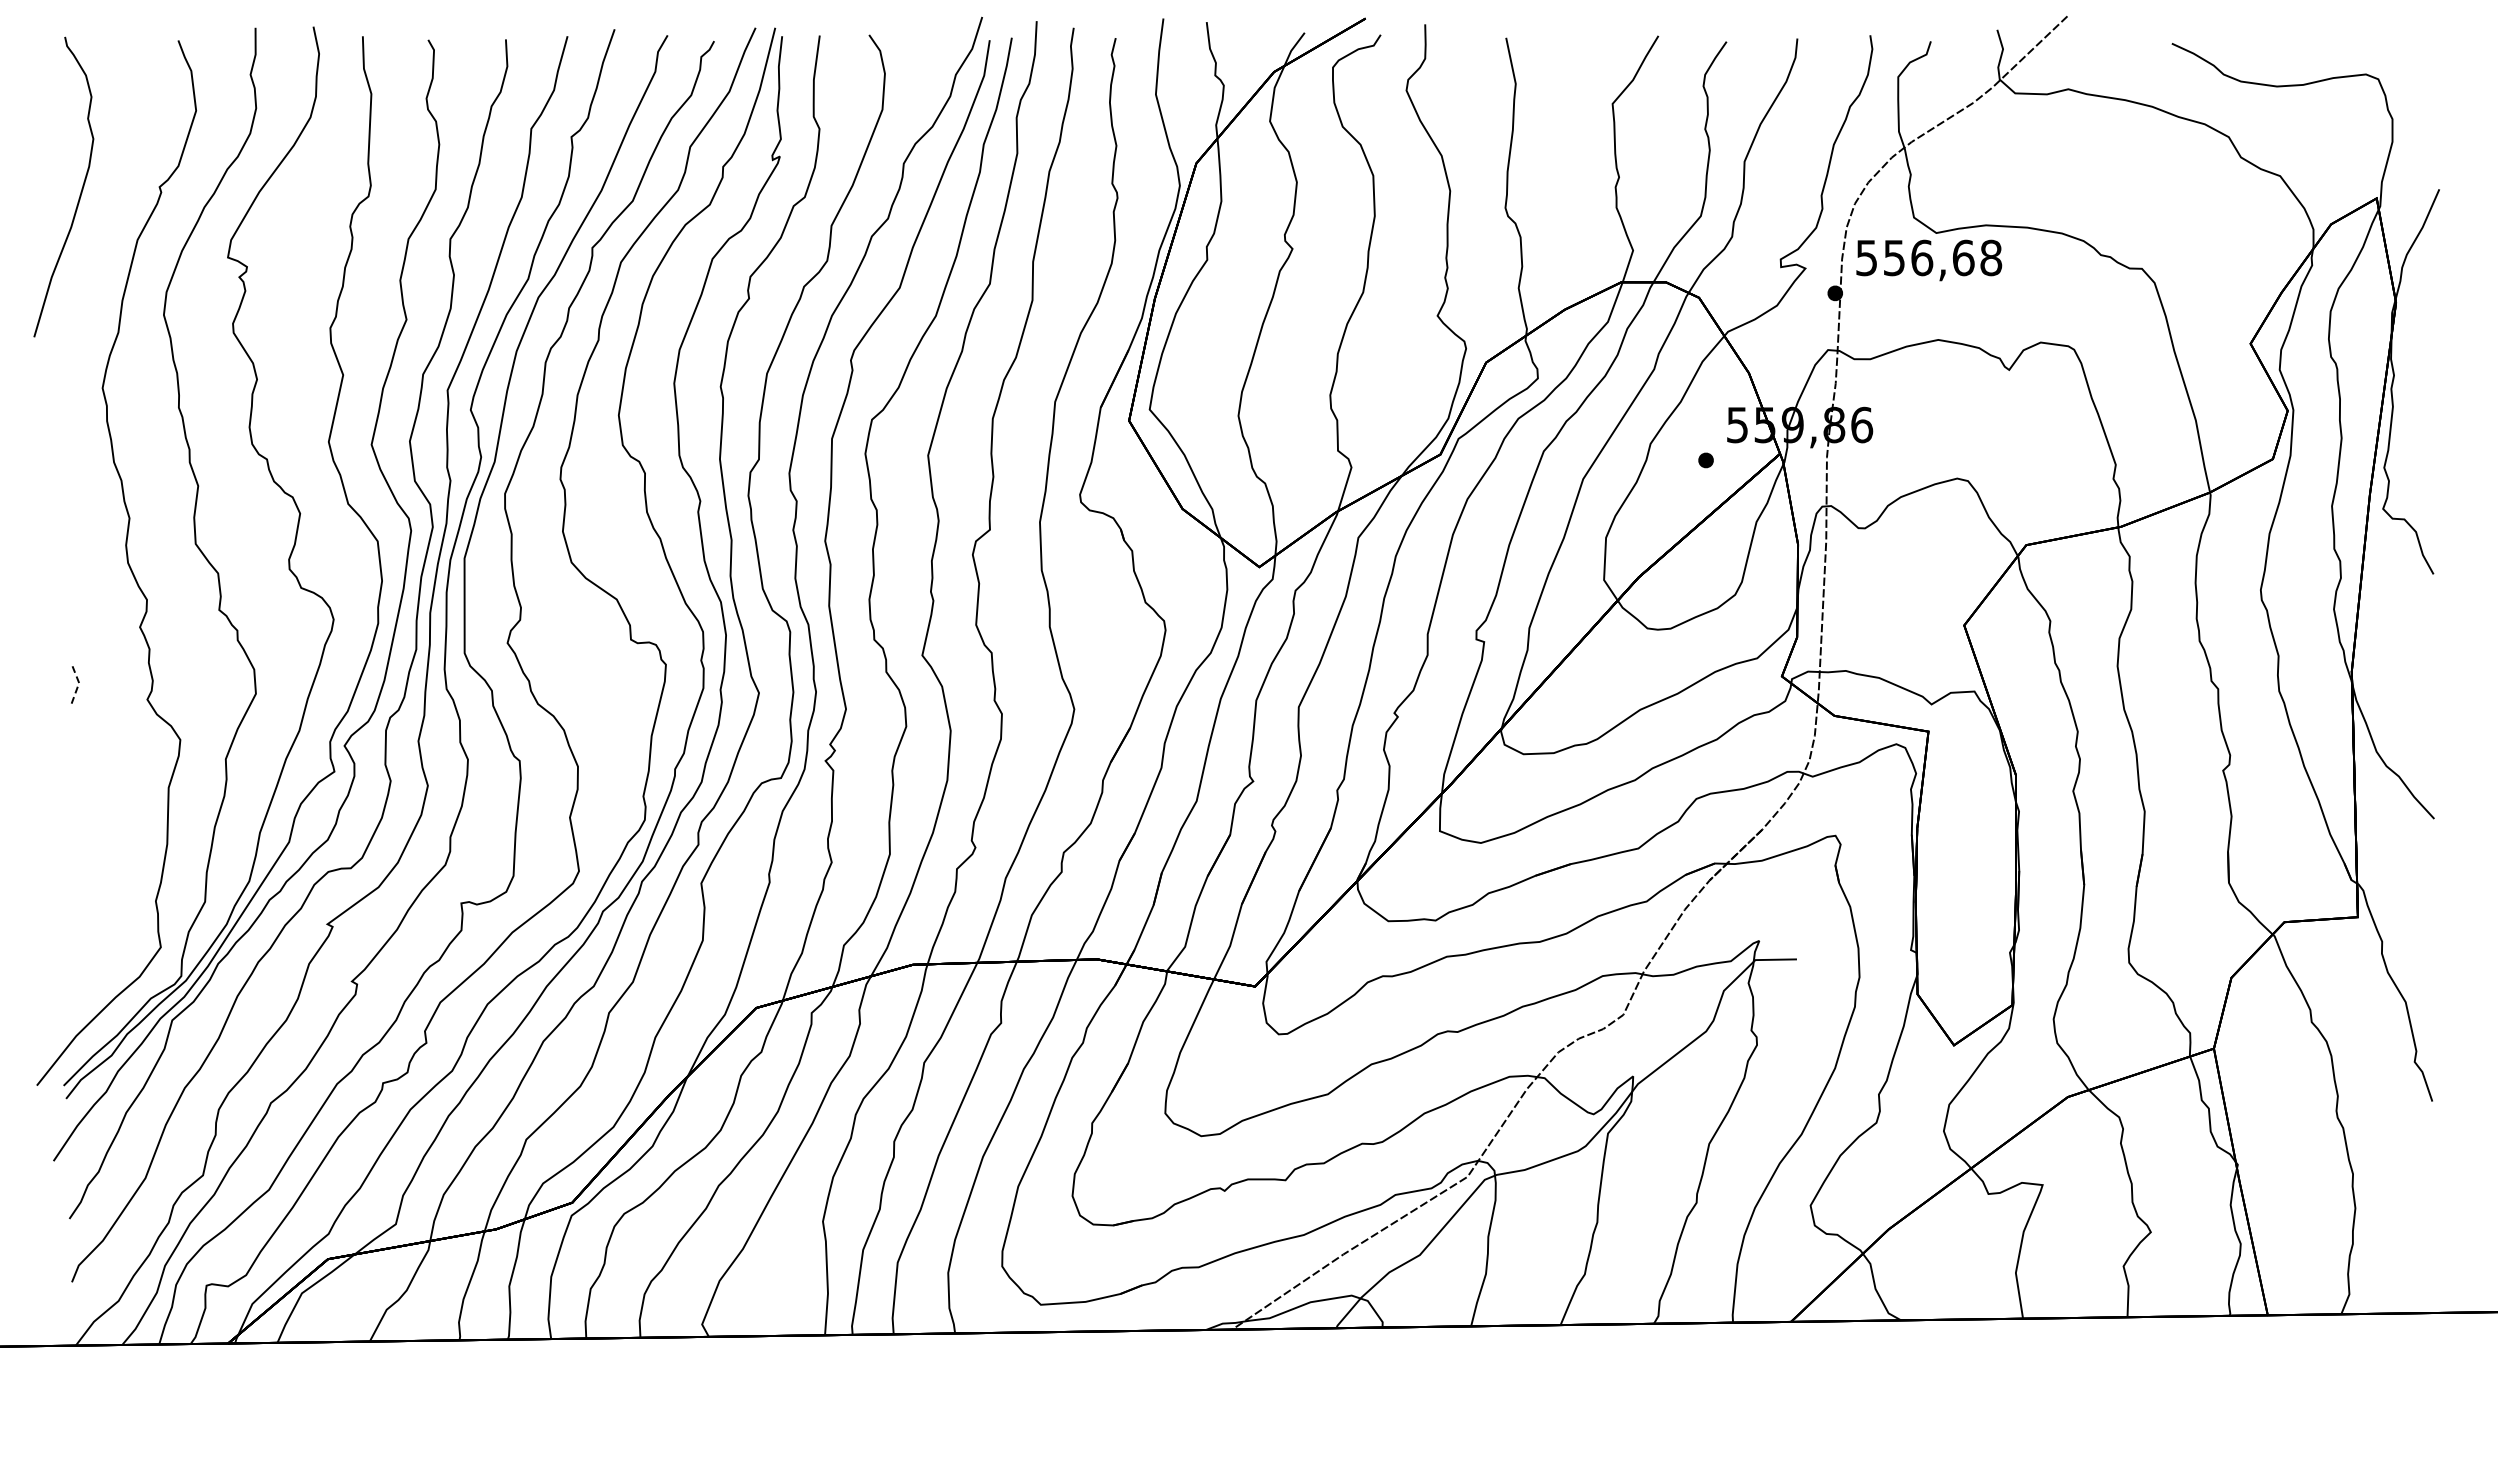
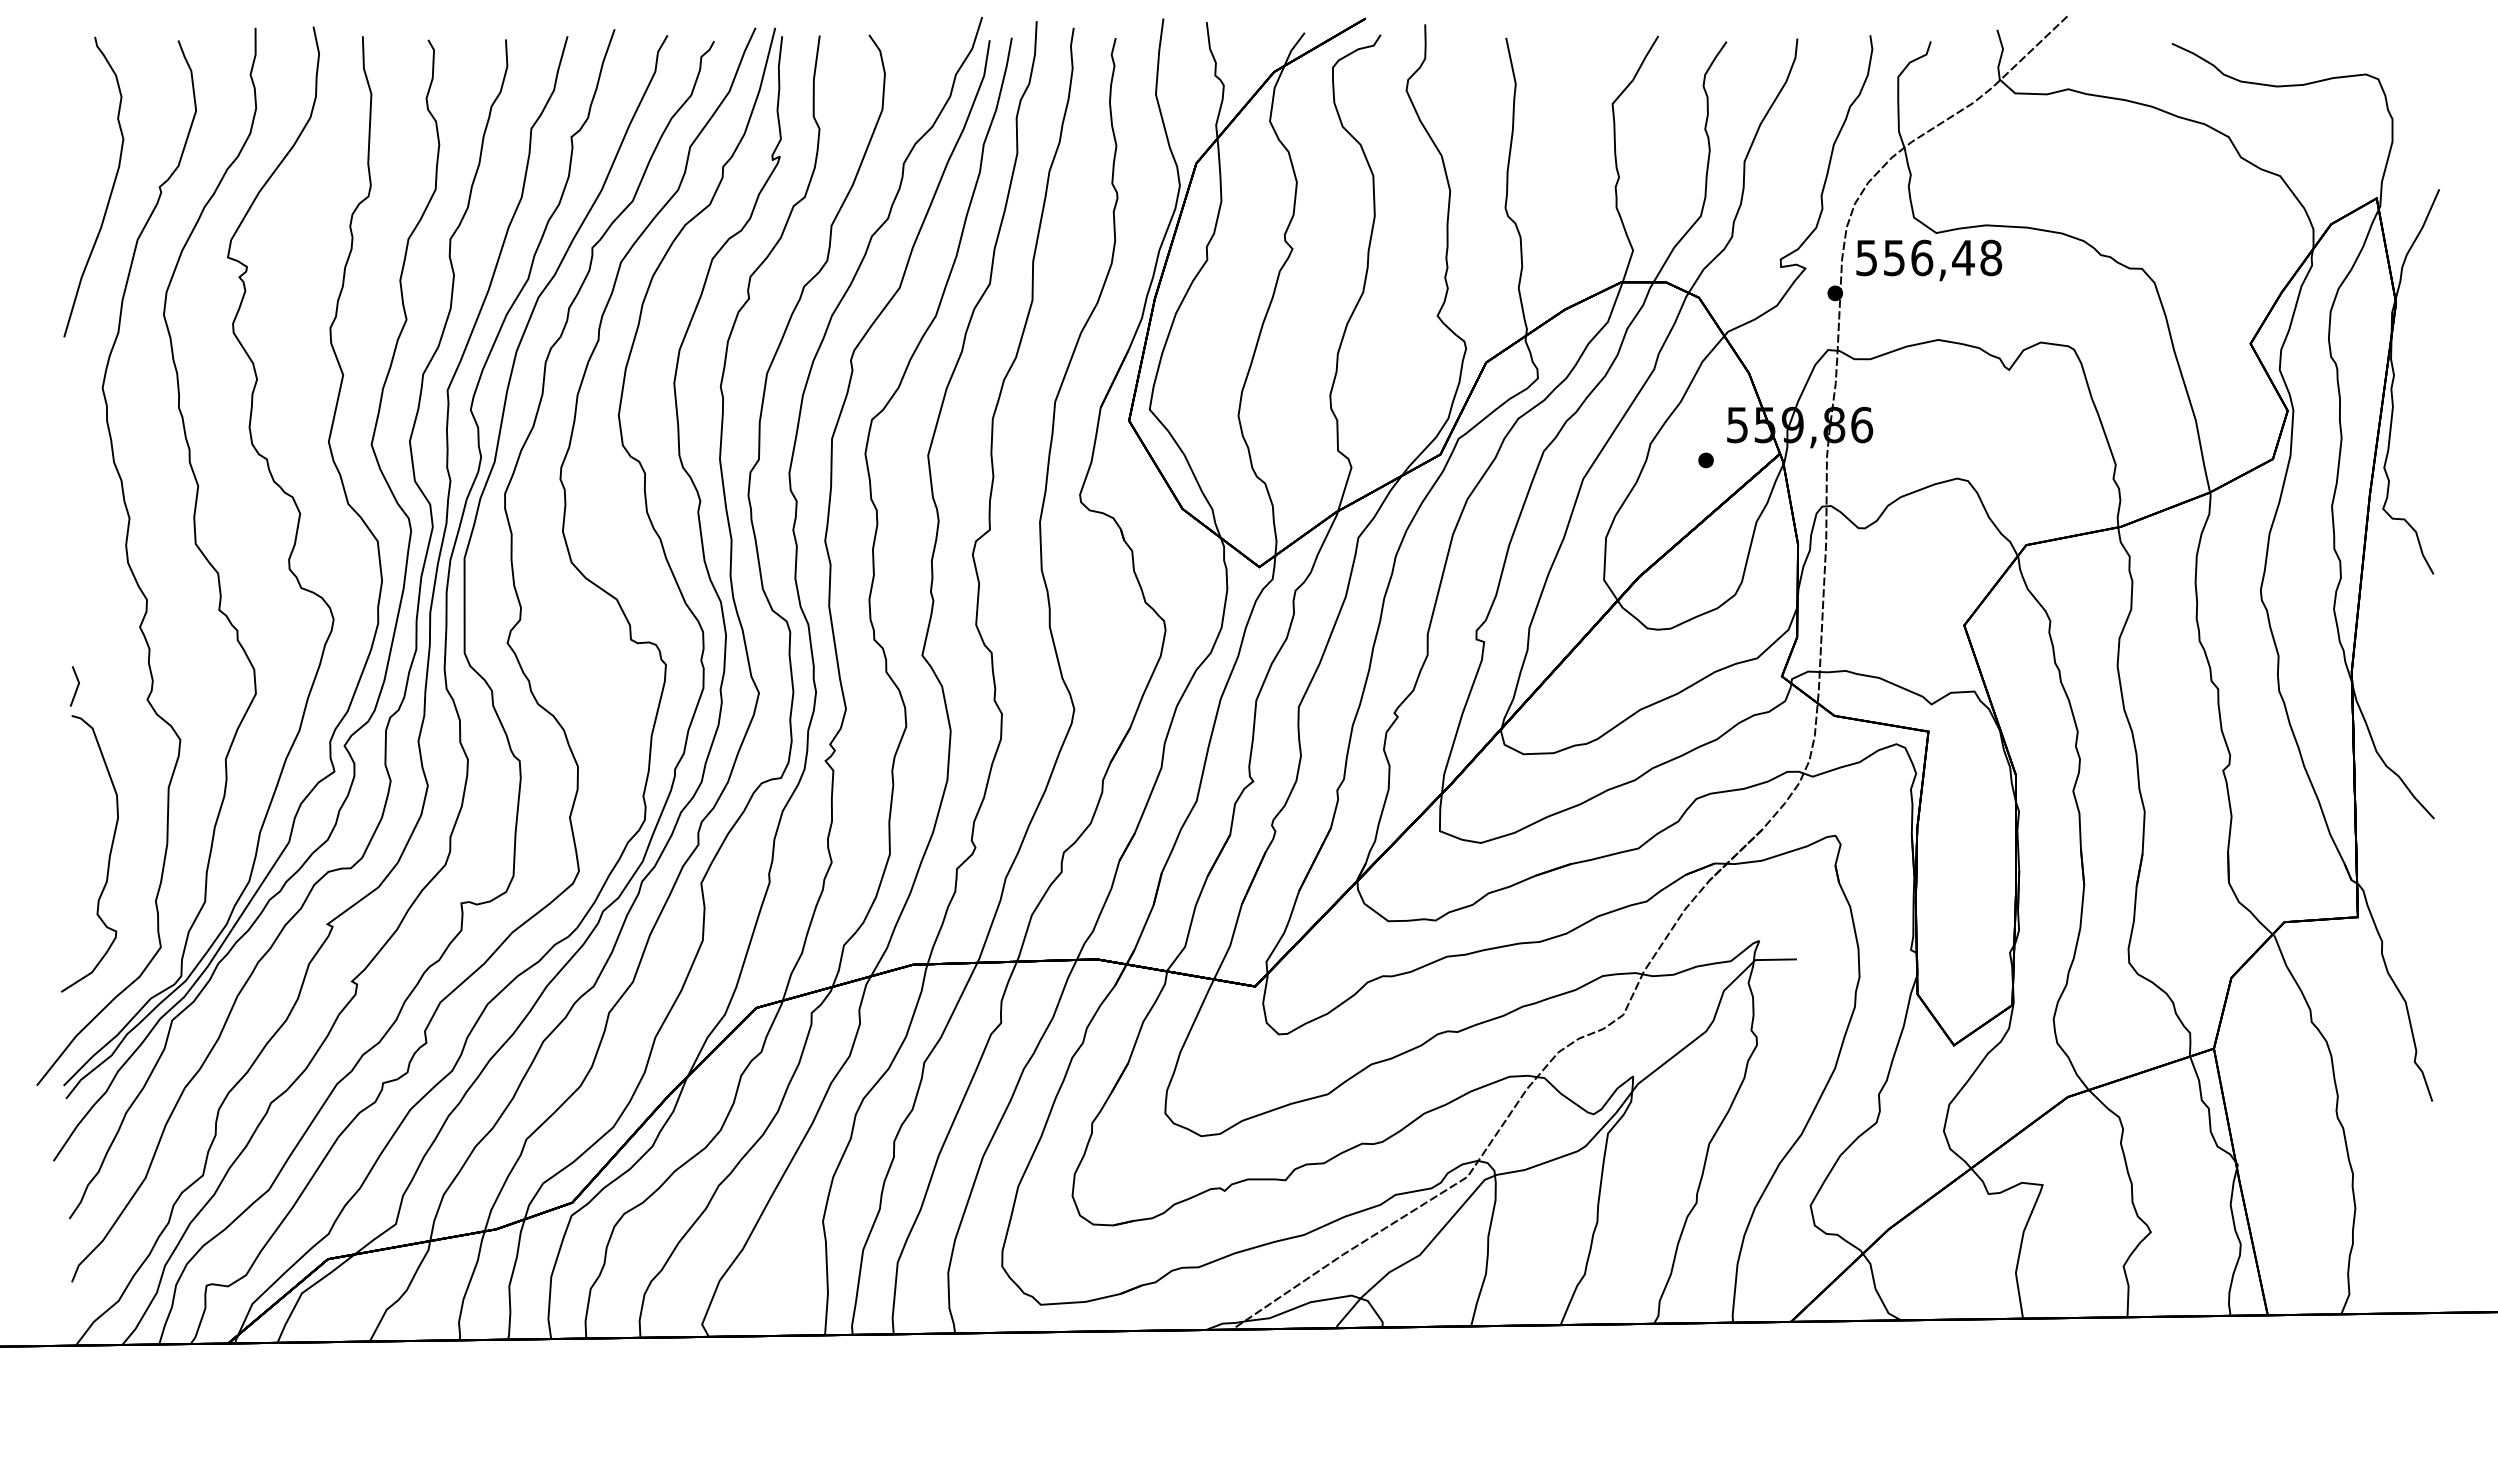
curve at (80, 191) position: (80, 191) -> (110, 191)
text at (1963, 257): 556,68 -> 556,48
line at (78, 685): dashed -> solid
curve at (108, 857): none -> present
